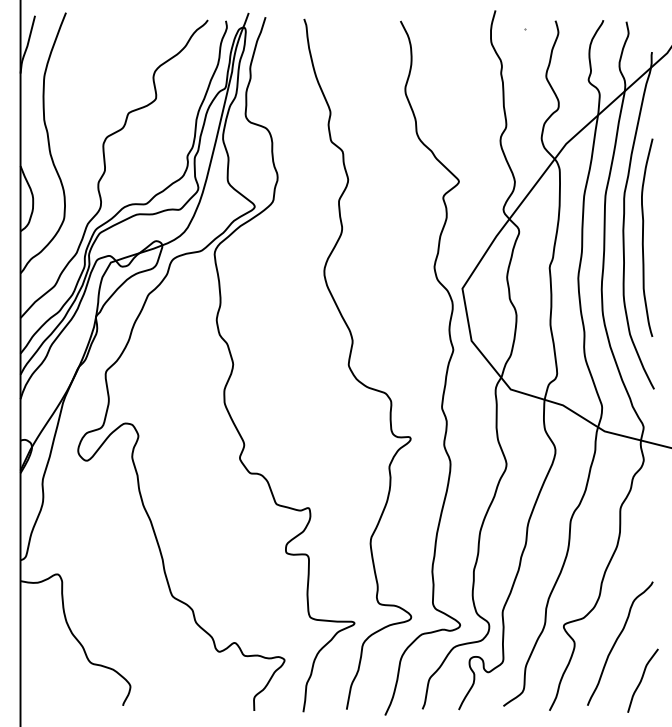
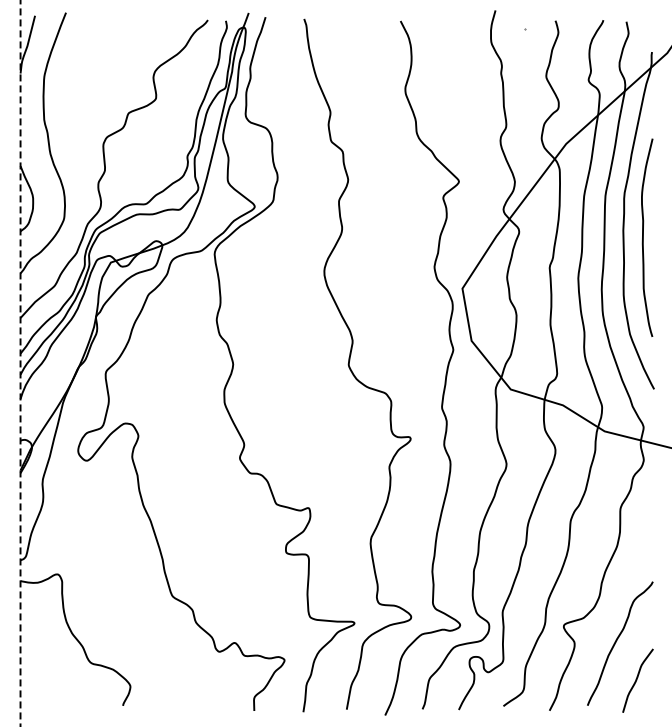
line at (20, 363): solid -> dashed
curve at (642, 680) position: (642, 680) -> (637, 680)
